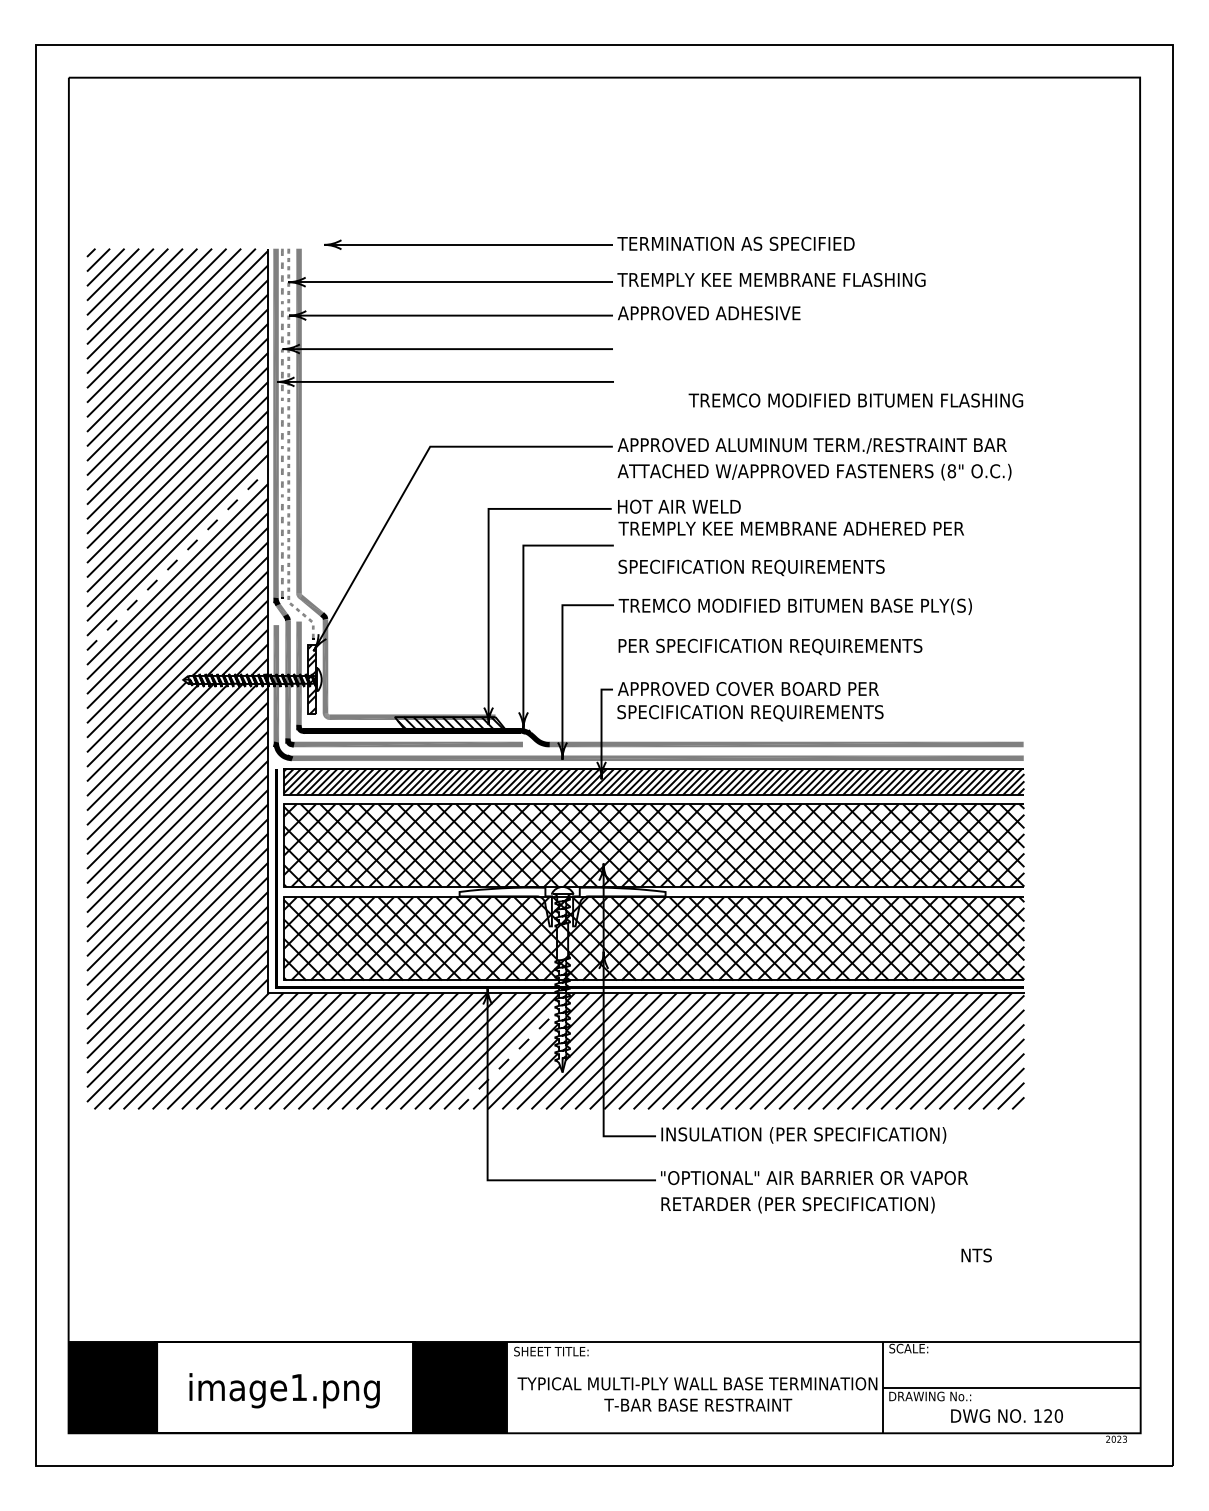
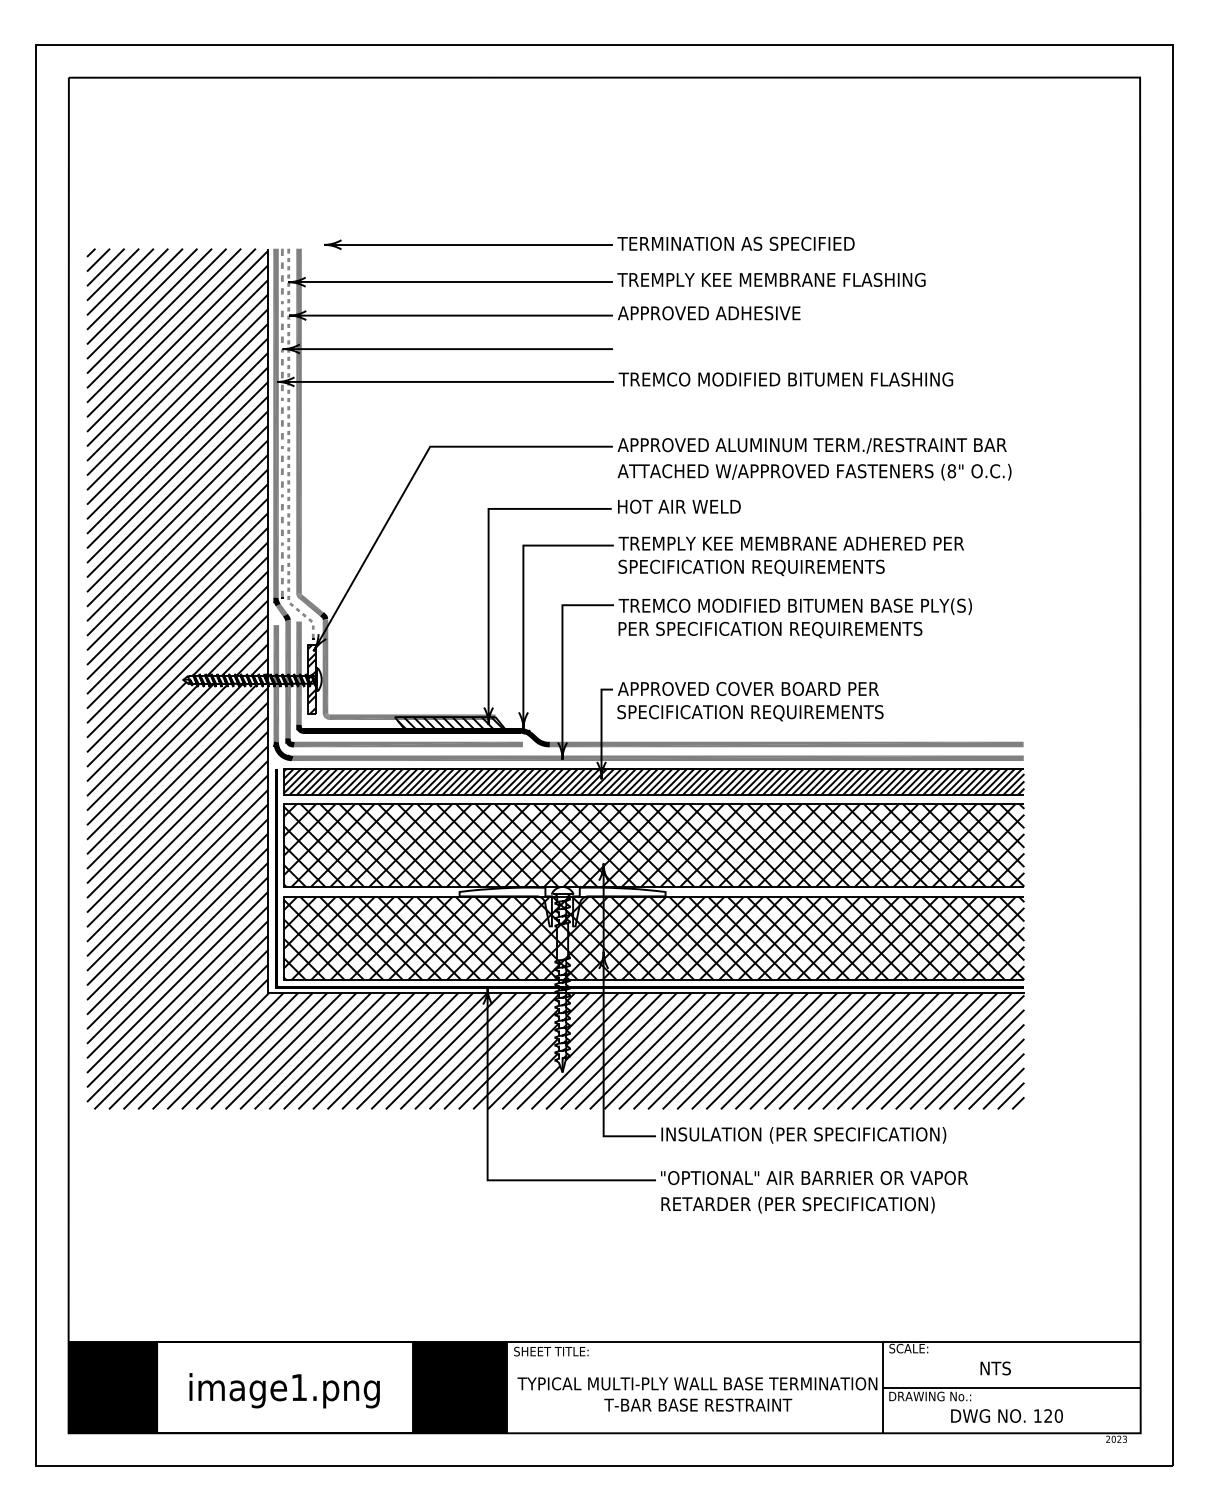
text at (855, 400) position: (855, 400) -> (785, 379)
text at (790, 528) position: (790, 528) -> (790, 543)
line at (177, 559): dashed -> solid
text at (770, 646) position: (770, 646) -> (770, 629)
line at (508, 1059): dashed -> solid
text at (976, 1255) position: (976, 1255) -> (995, 1368)
